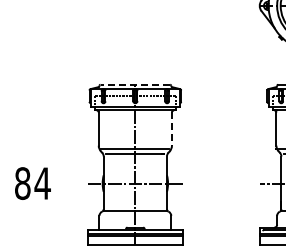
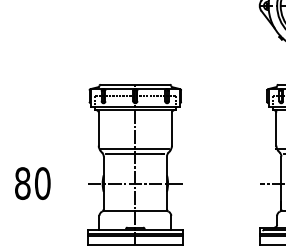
line at (135, 84): dashed -> solid
line at (171, 129): dashed -> solid
text at (42, 183): 84 -> 80
